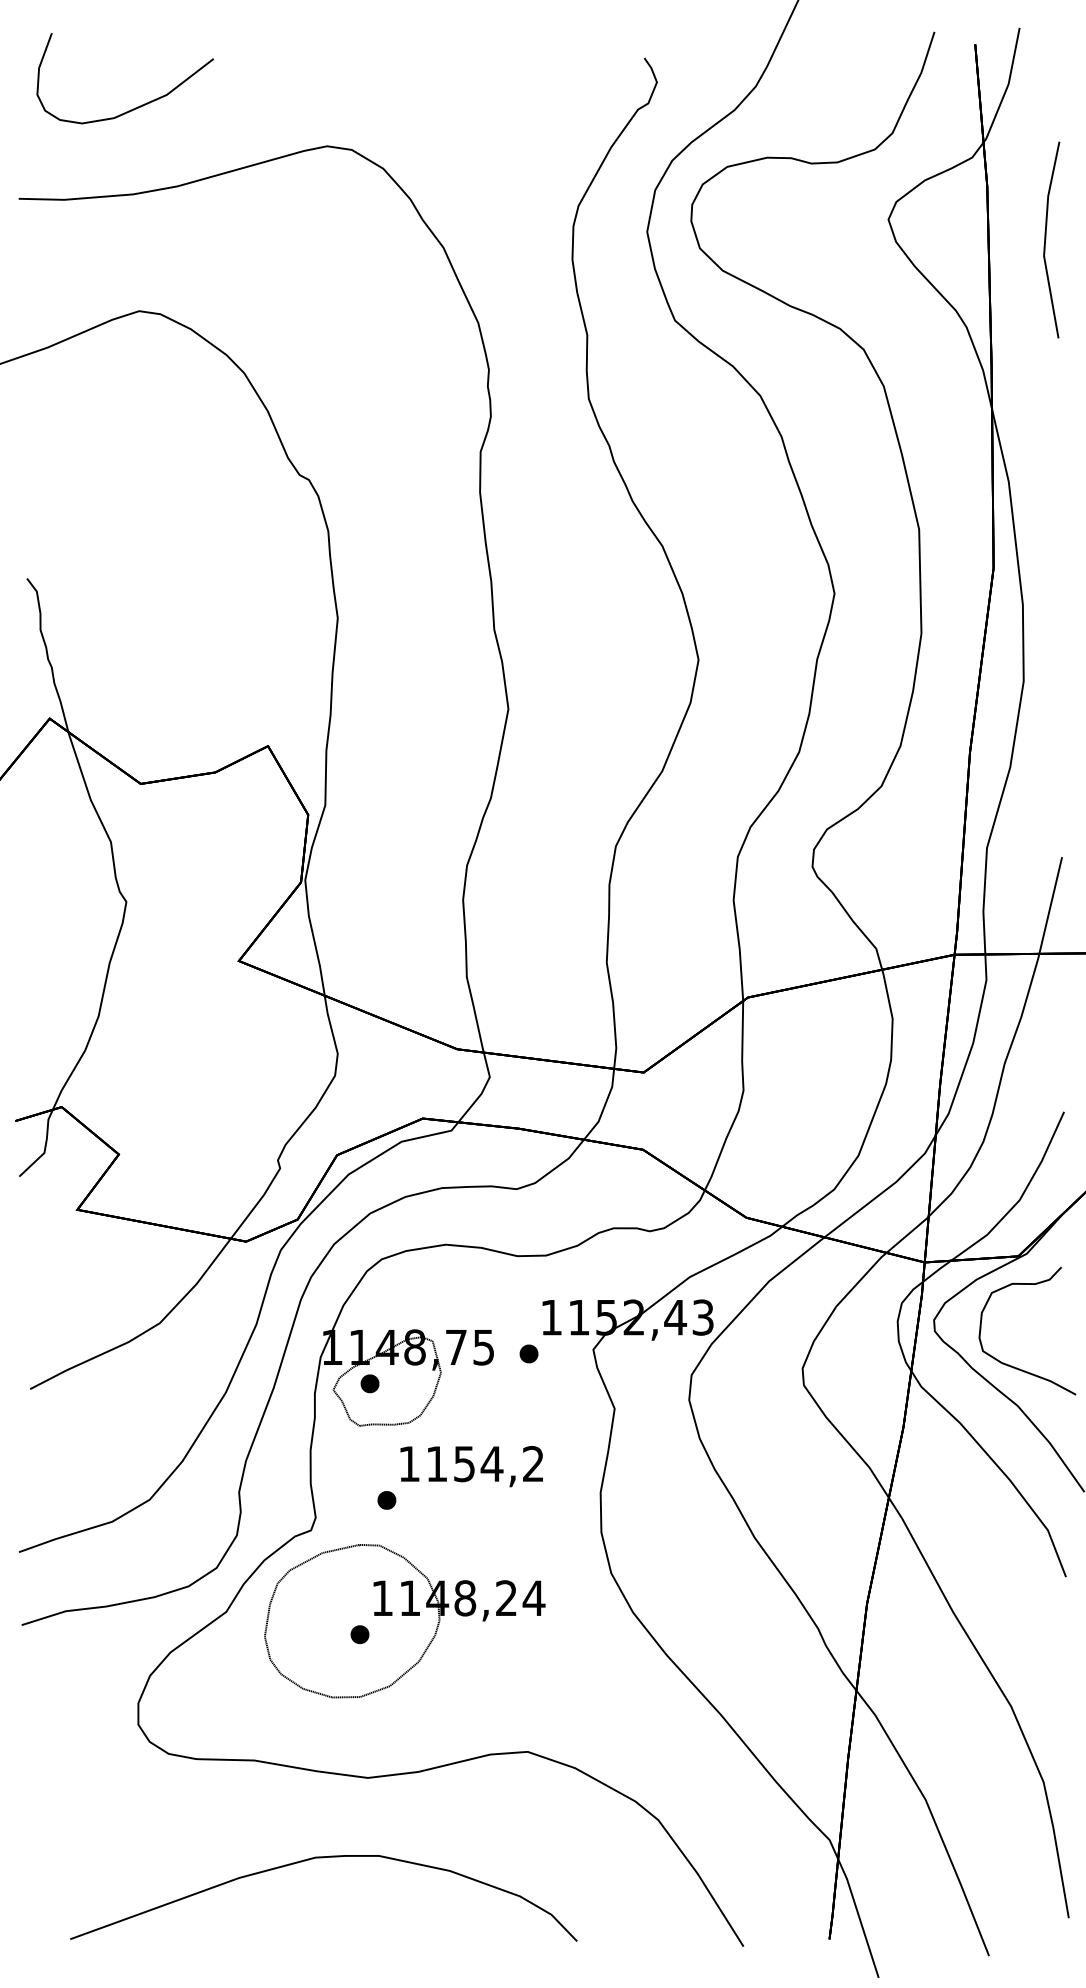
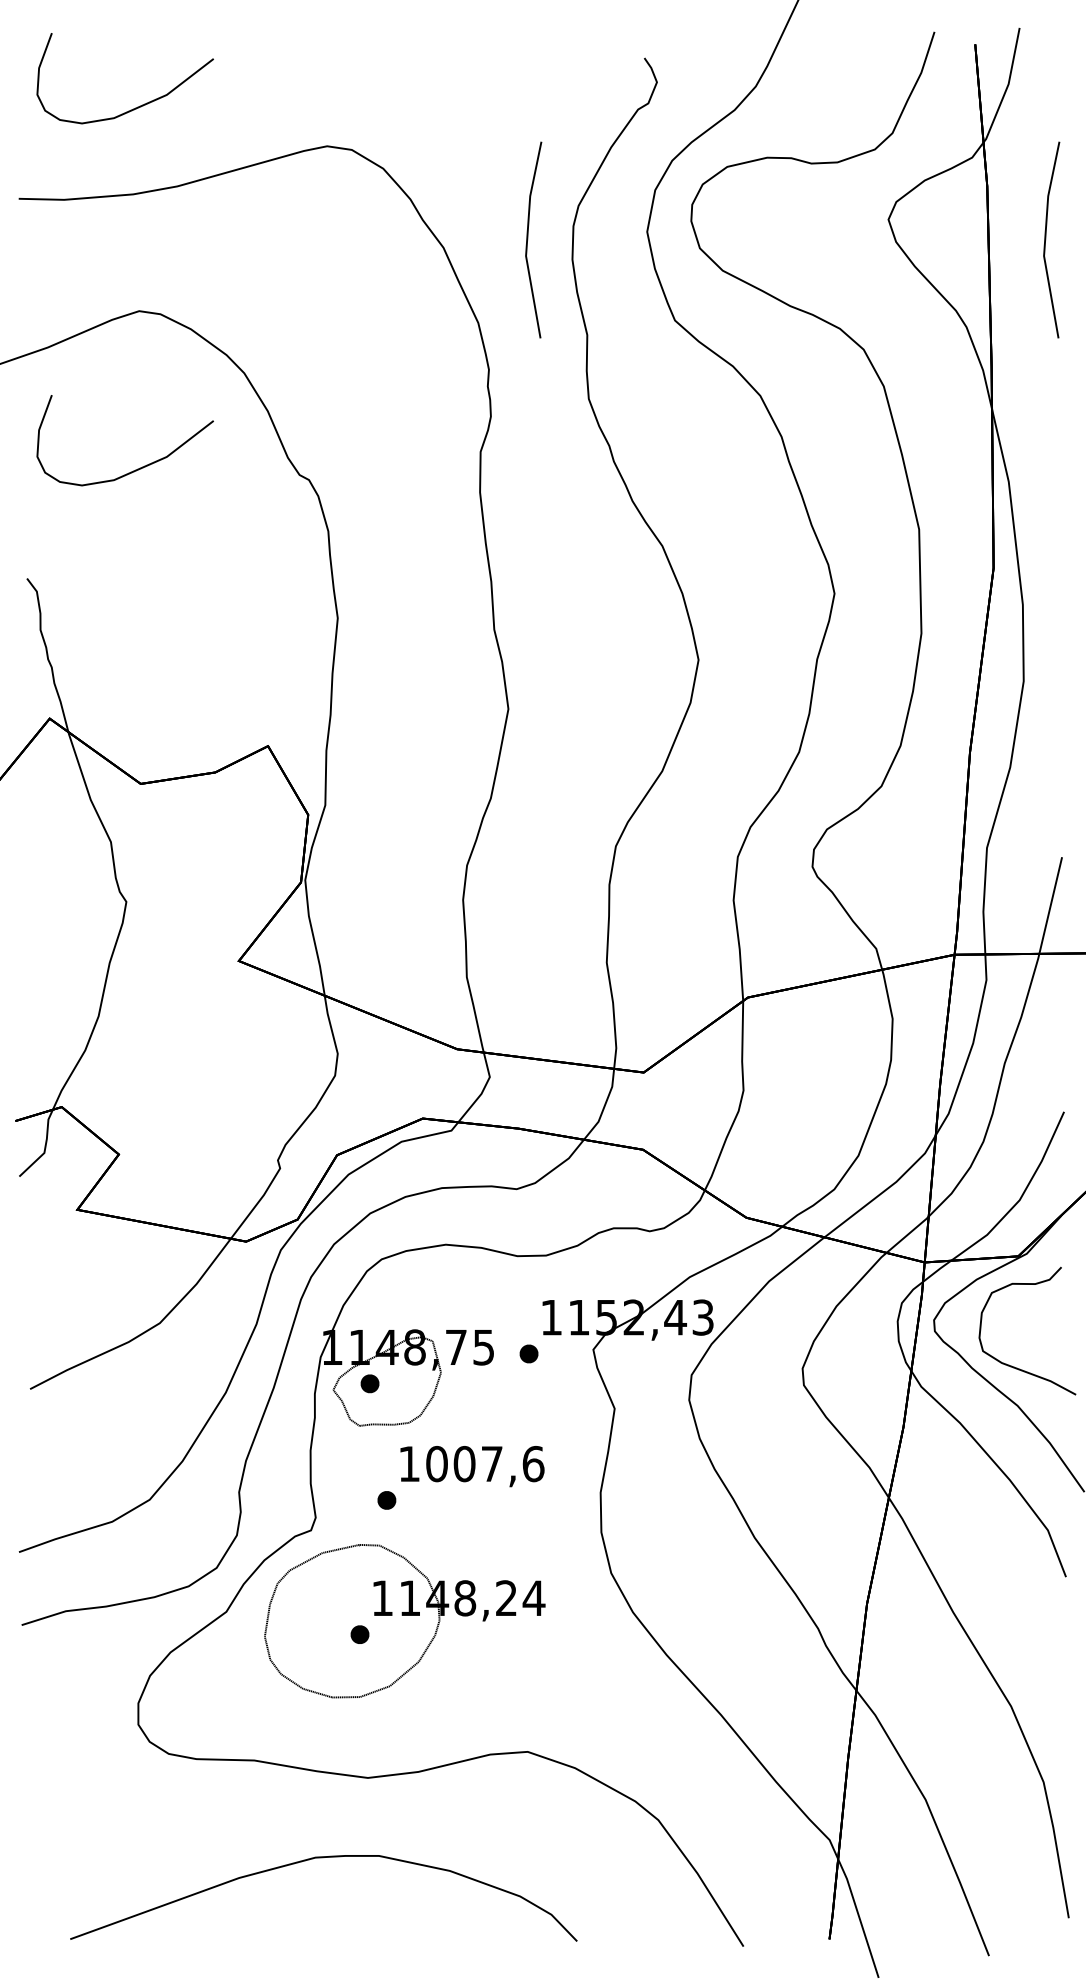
line at (528, 239): none -> present
curve at (137, 468): none -> present
text at (485, 1463): 1154,2 -> 1007,6
